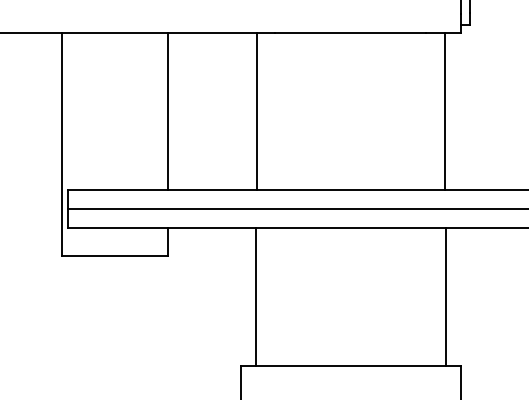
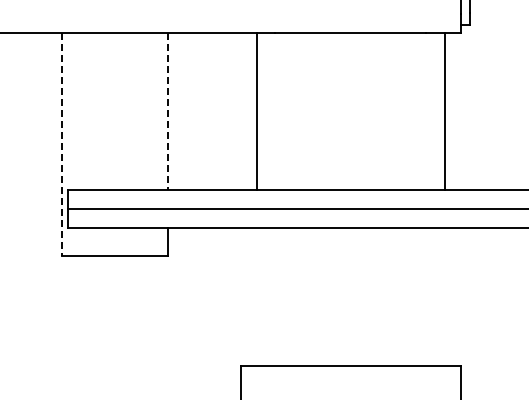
line at (168, 111): solid -> dashed
line at (62, 145): solid -> dashed
line at (256, 297): present -> none
line at (445, 297): present -> none
